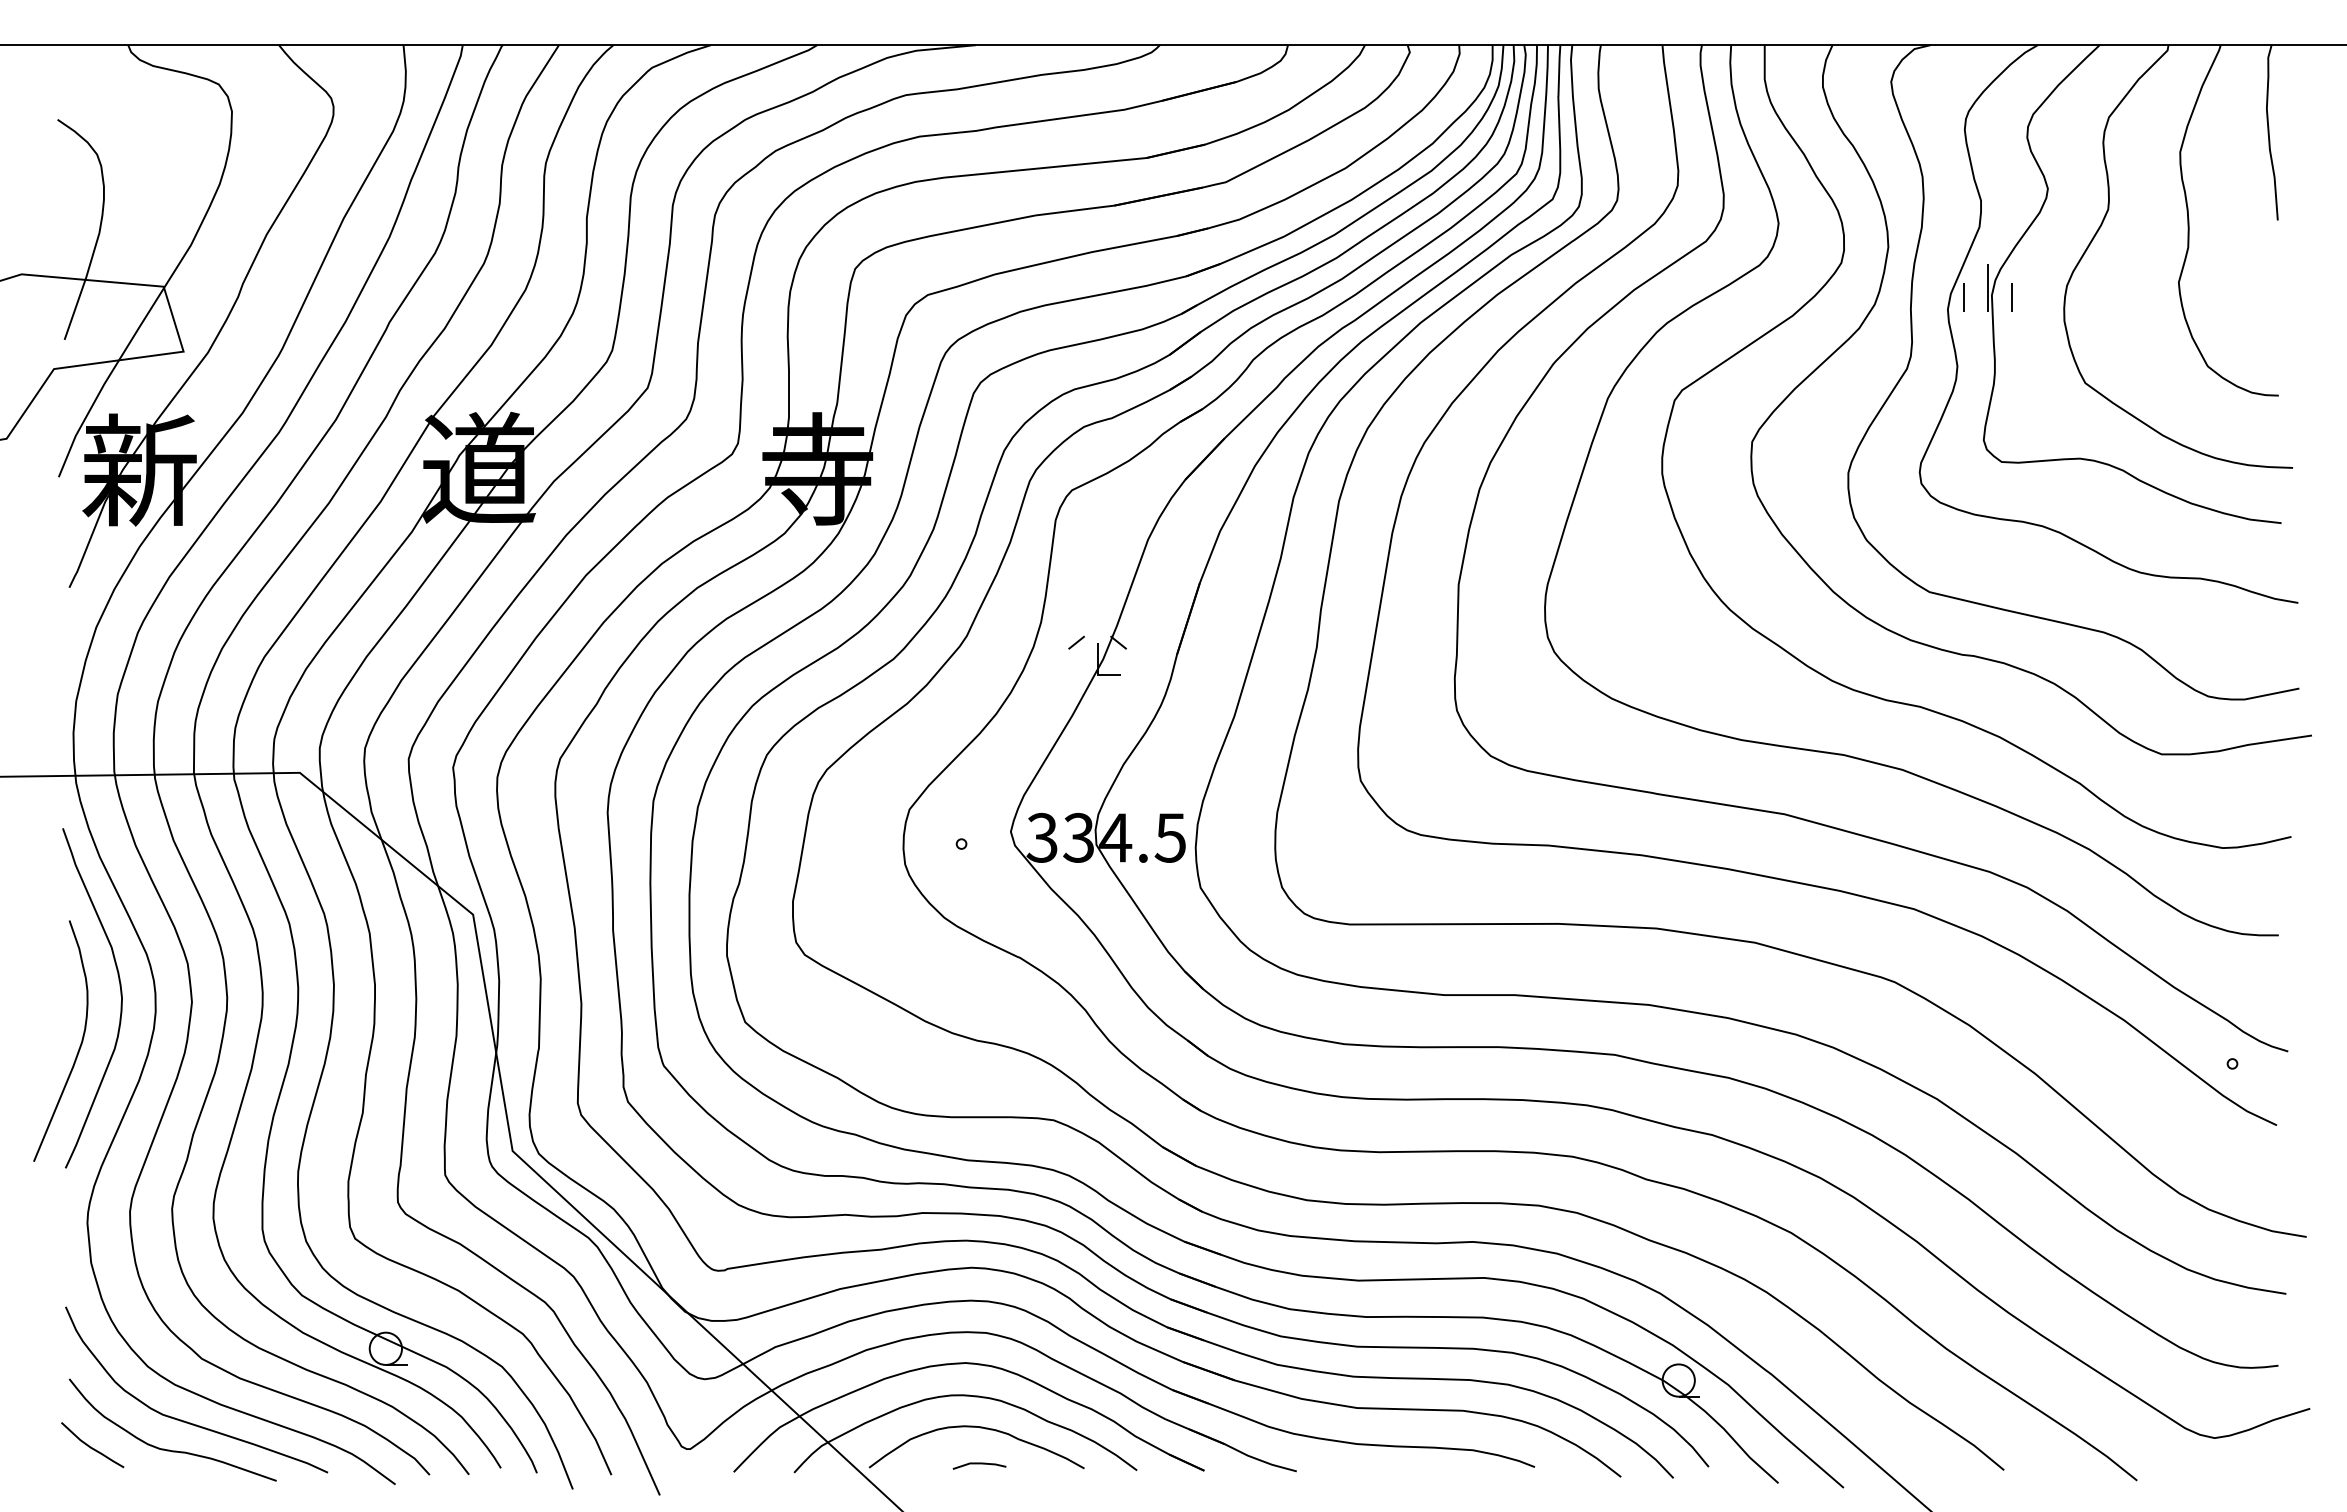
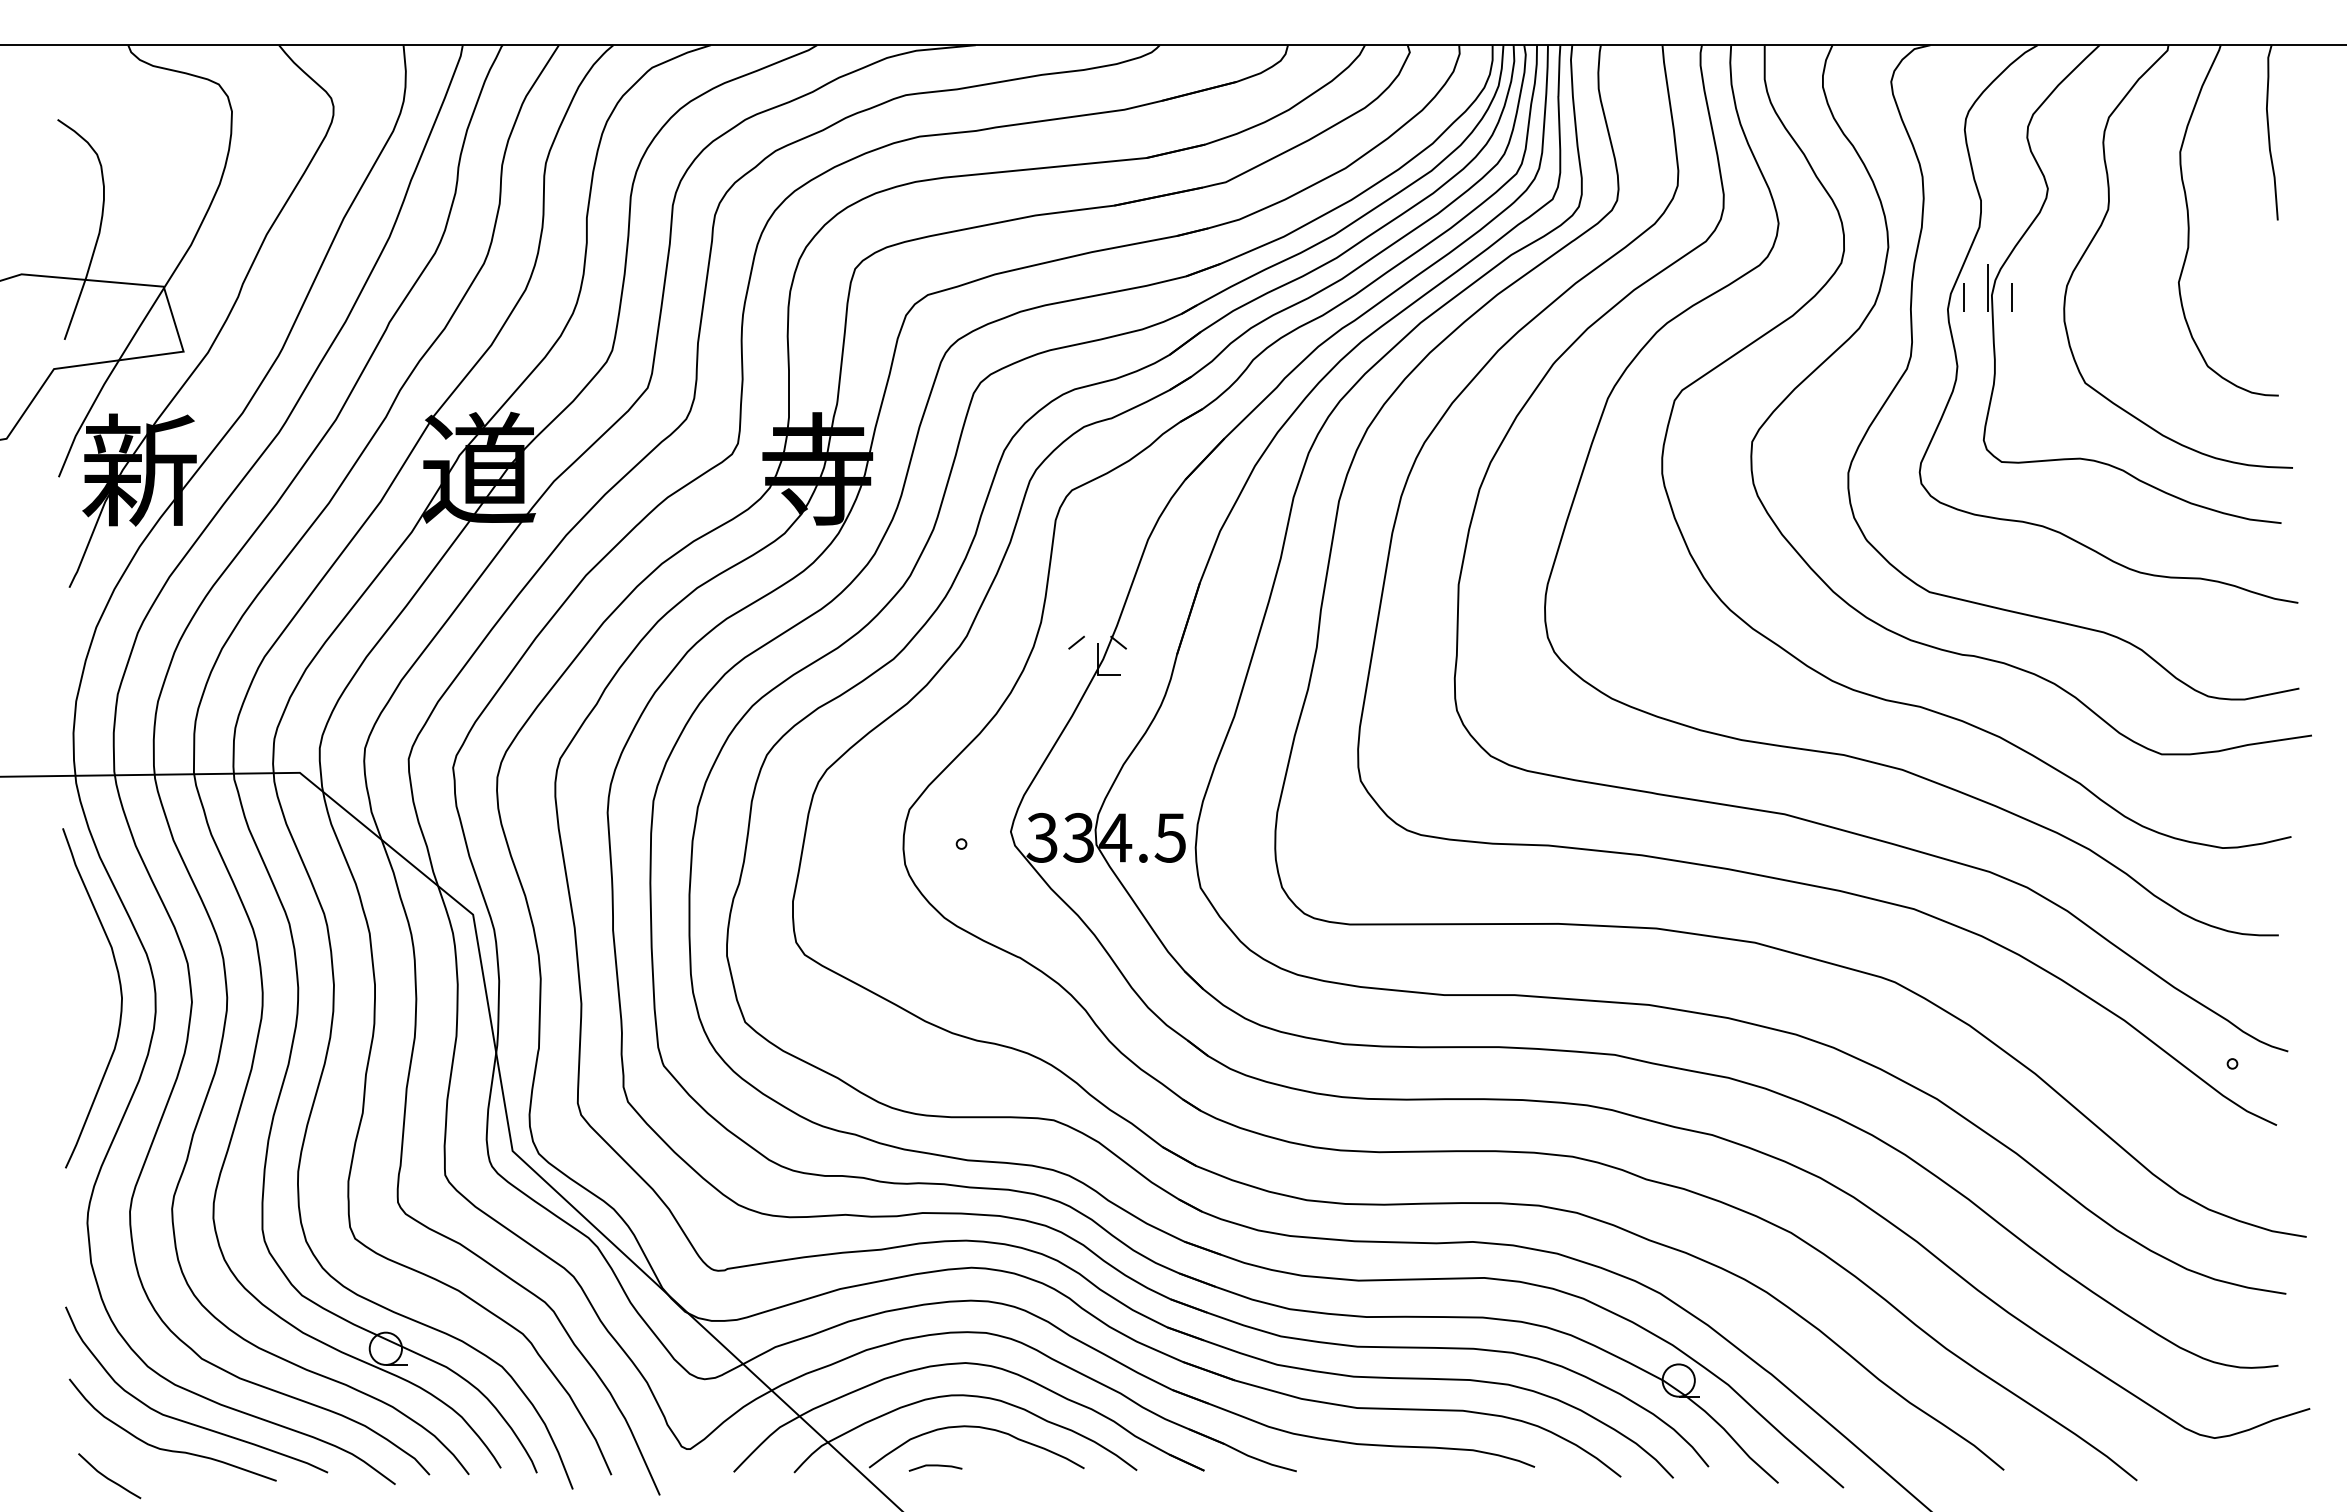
curve at (78, 1048): present -> none
curve at (91, 1446) position: (91, 1446) -> (108, 1477)
line at (979, 1464) position: (979, 1464) -> (935, 1466)
